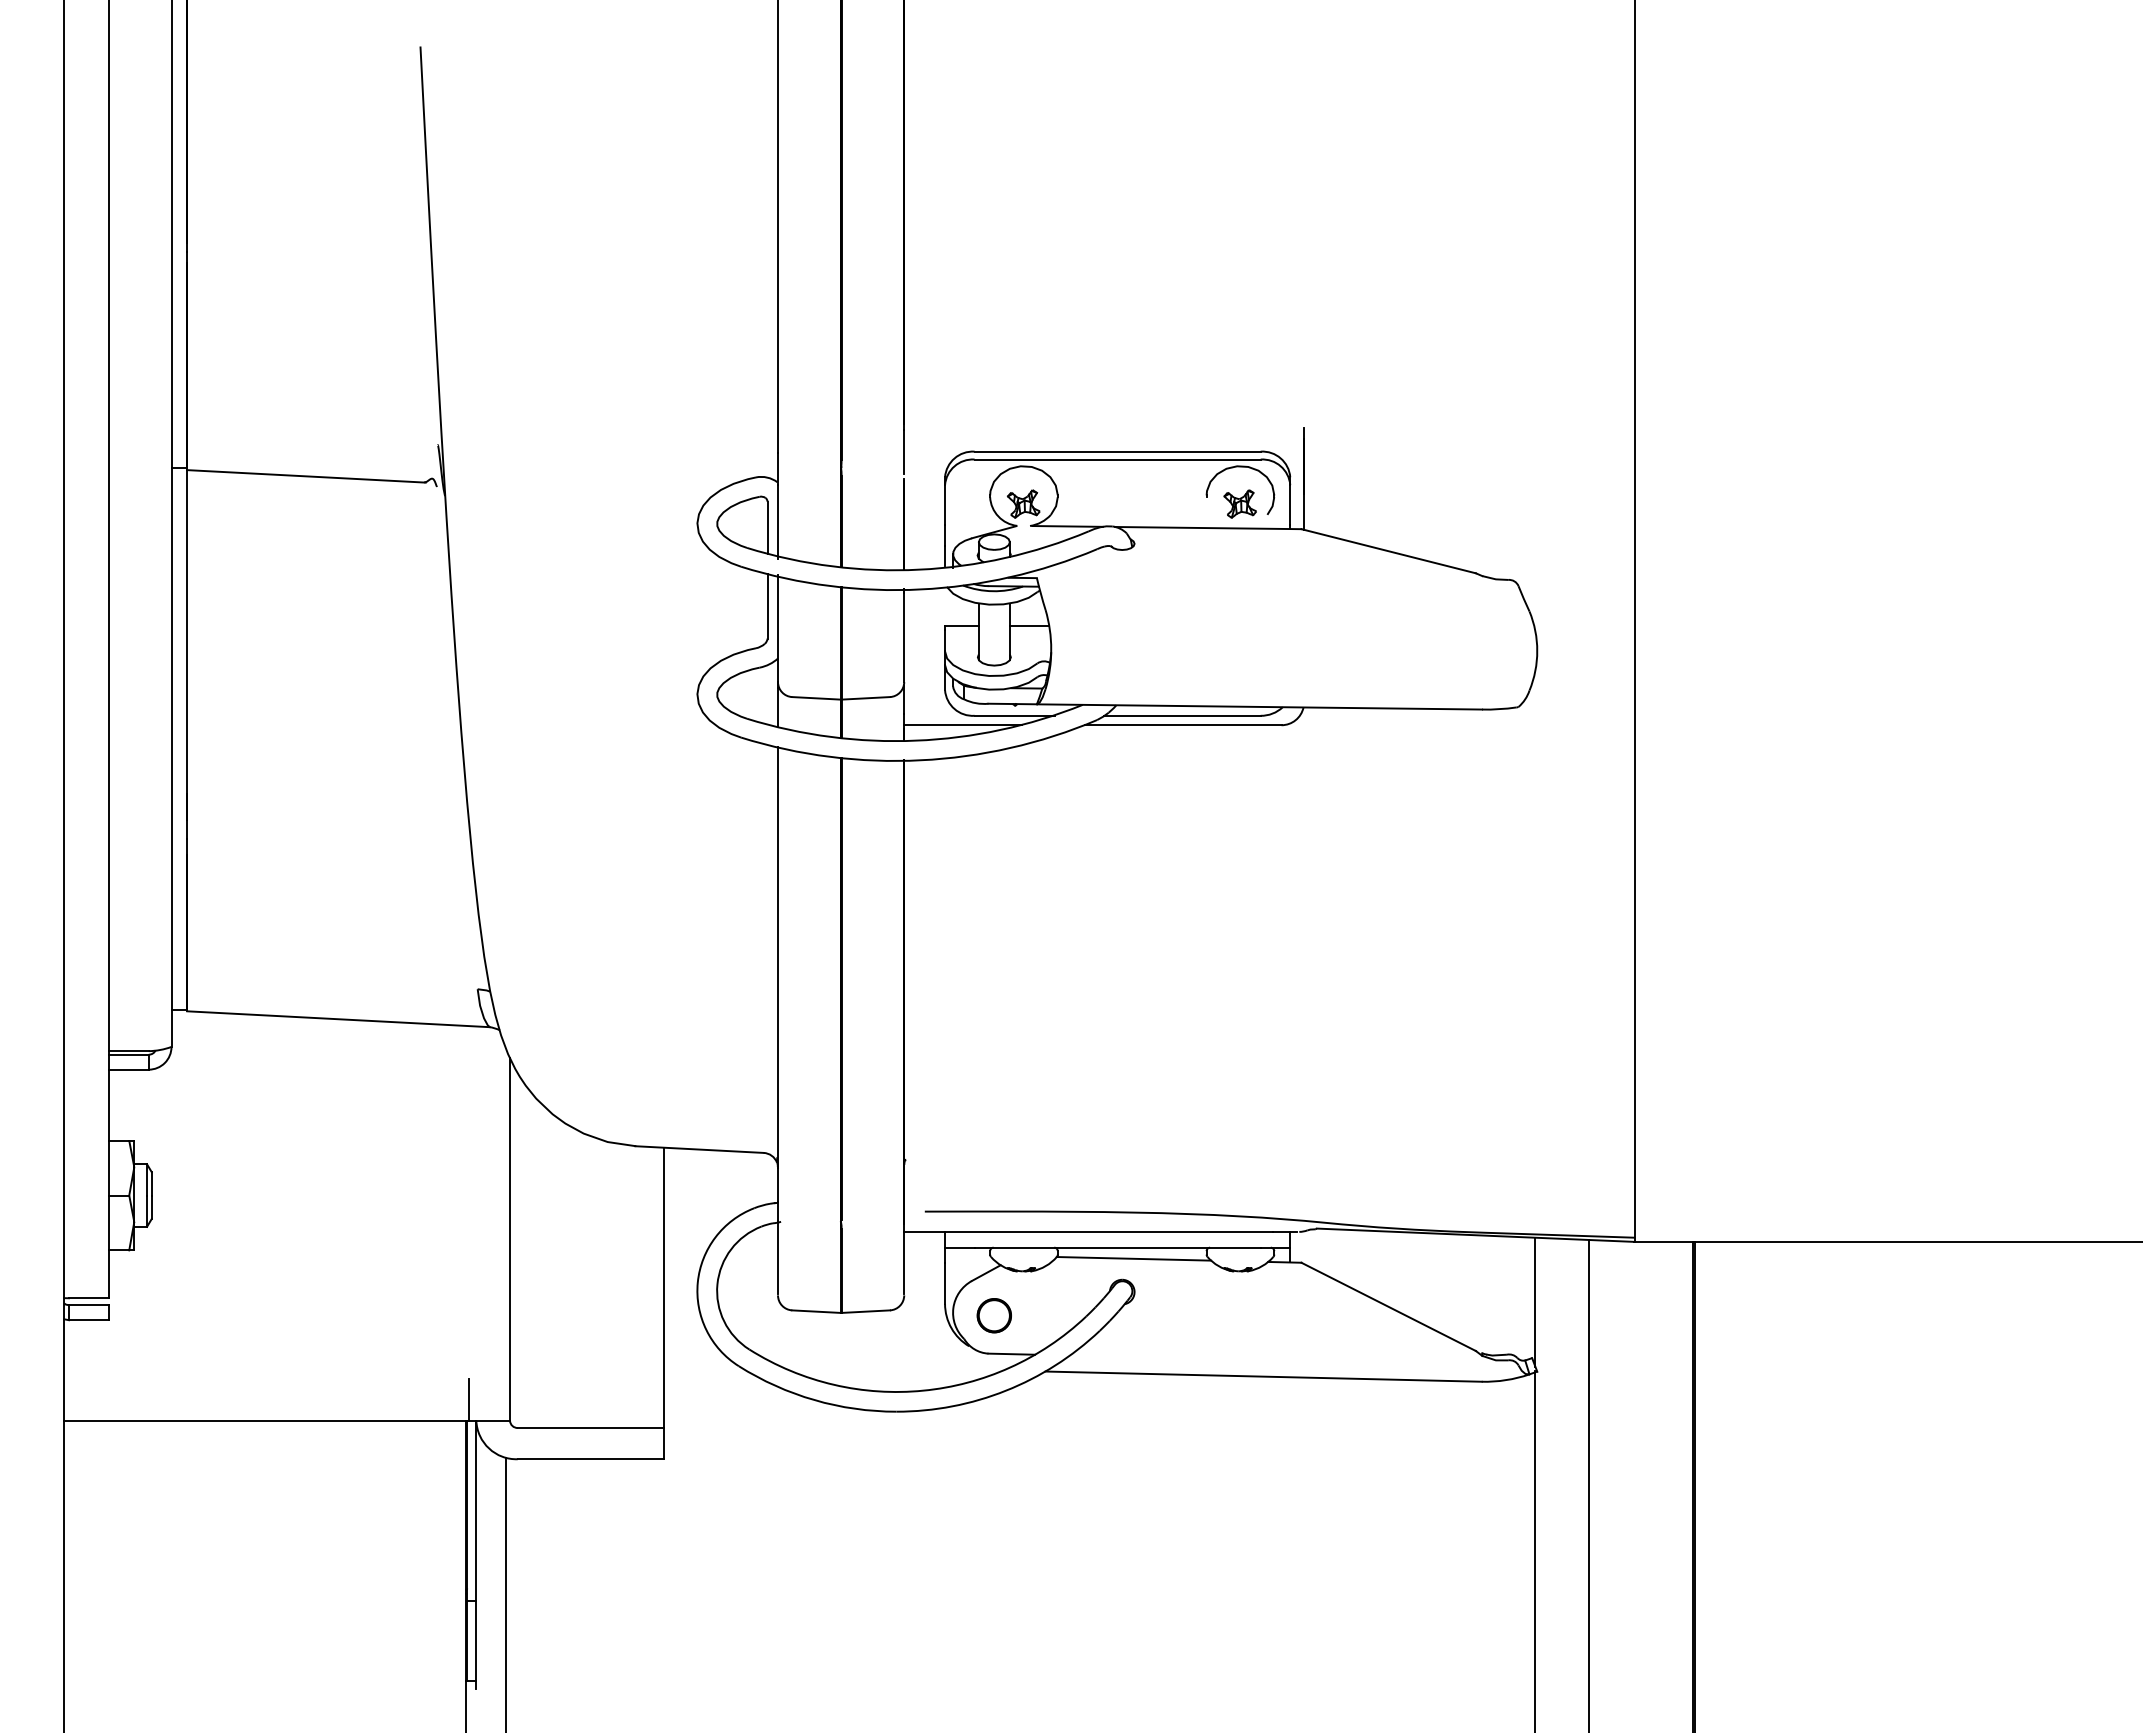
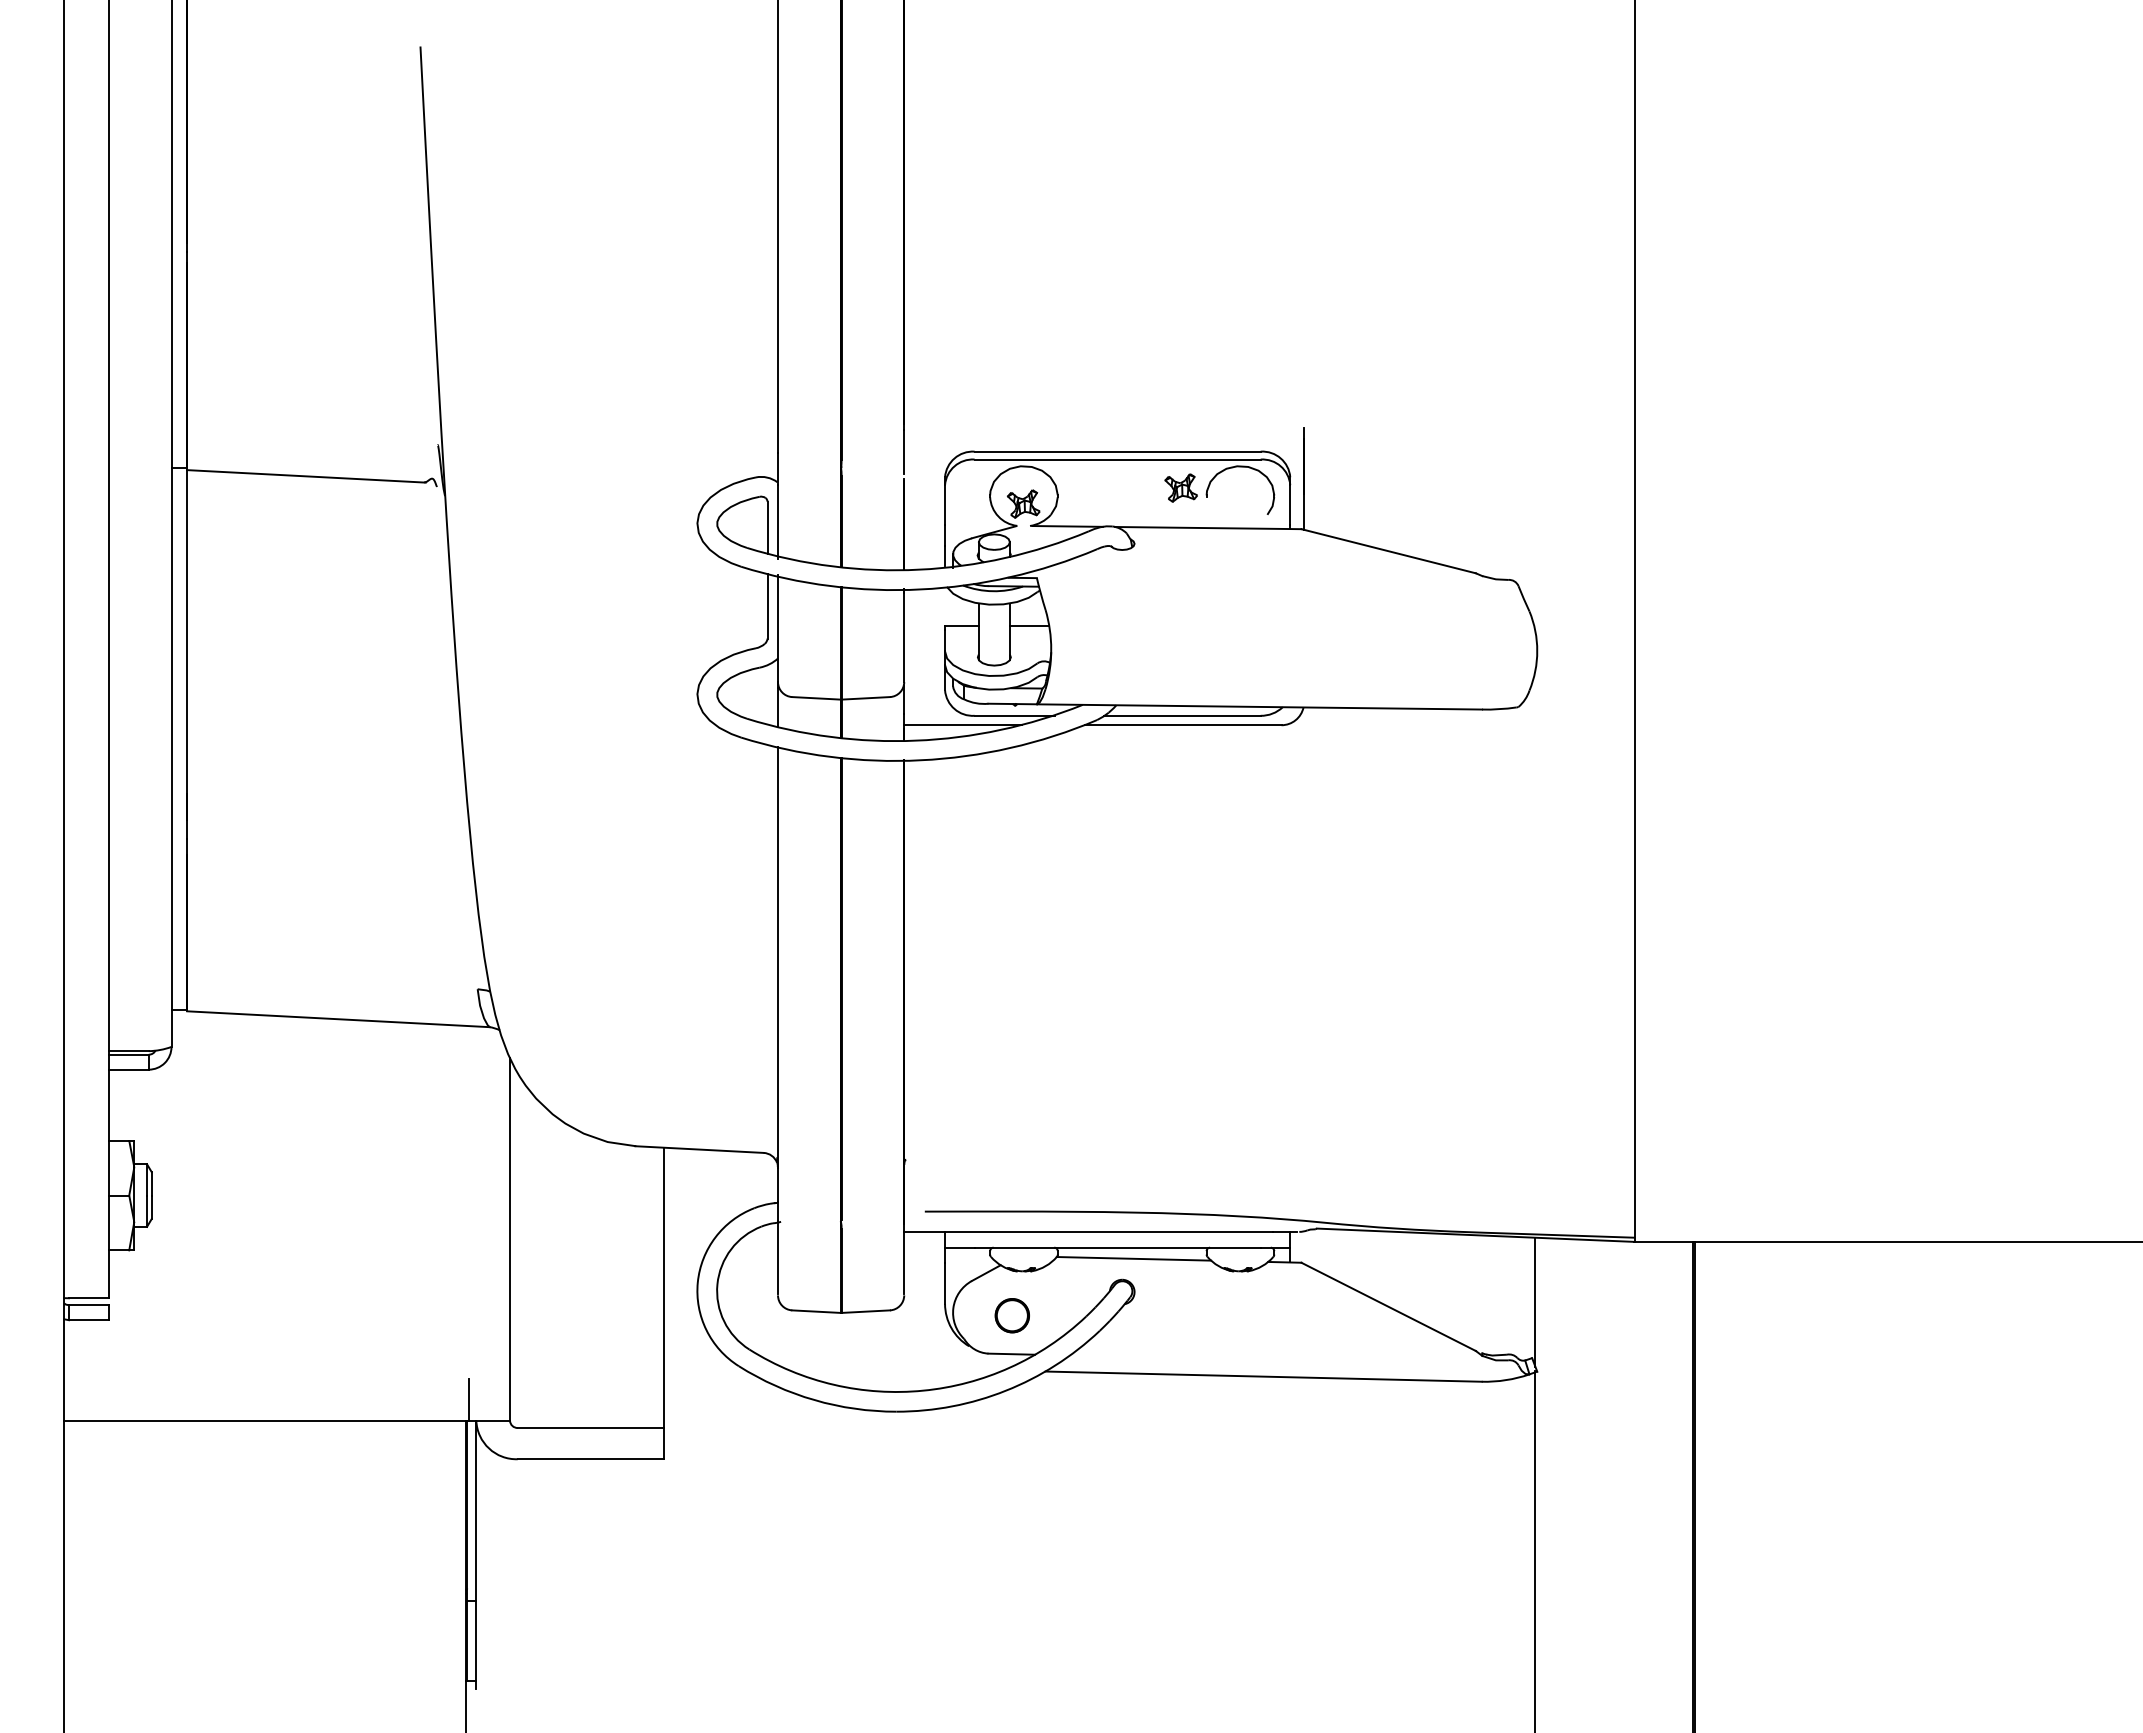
part at (1239, 503) position: (1239, 503) -> (1180, 487)
part at (993, 1315) position: (993, 1315) -> (1011, 1315)
line at (1588, 1484): present -> none
line at (505, 1593): present -> none
